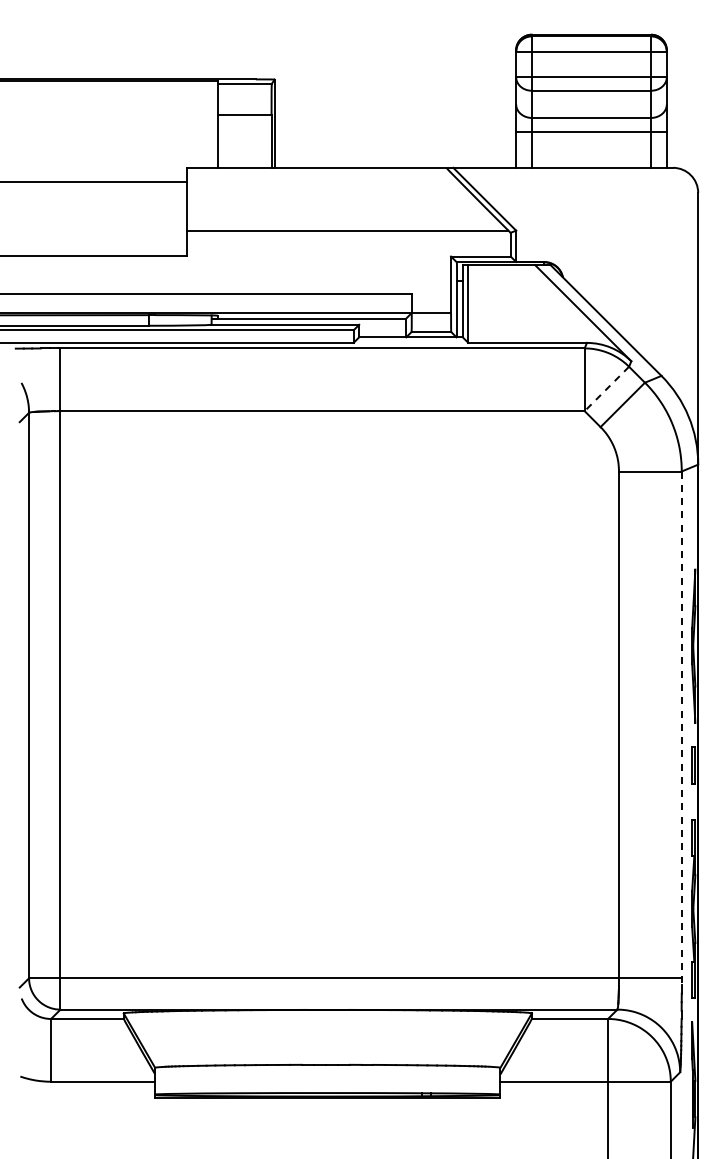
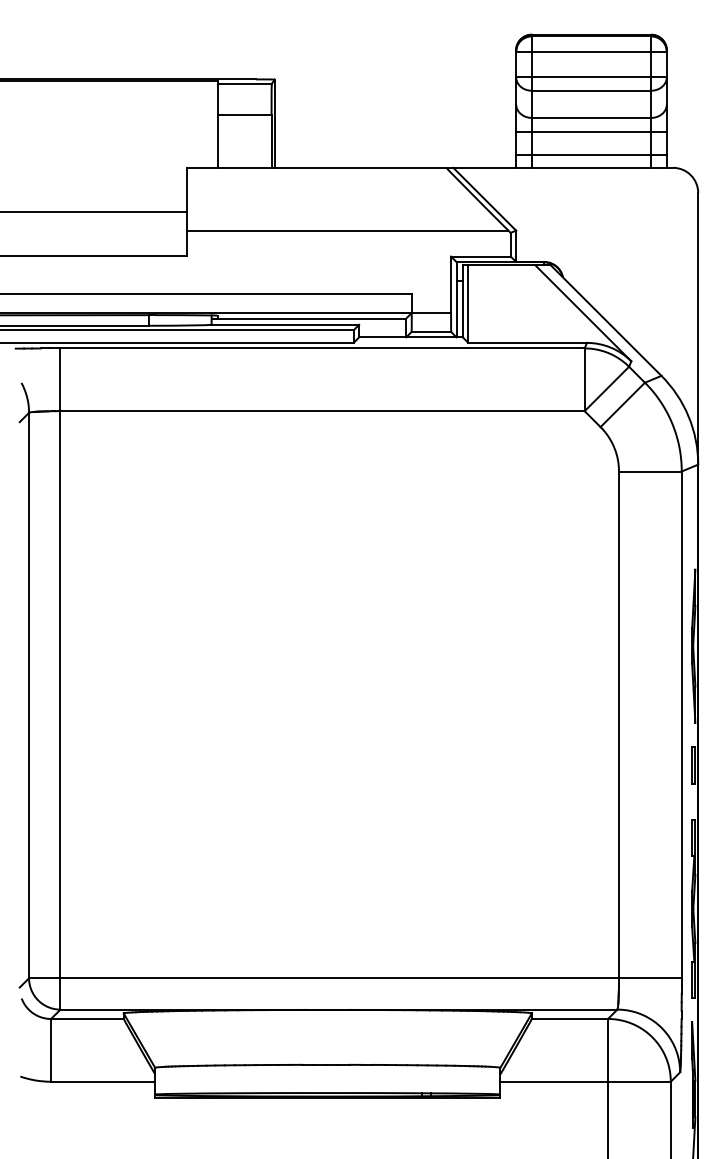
line at (591, 155): none -> present
line at (94, 181) position: (94, 181) -> (94, 211)
line at (606, 389): dashed -> solid
line at (681, 728): dashed -> solid
